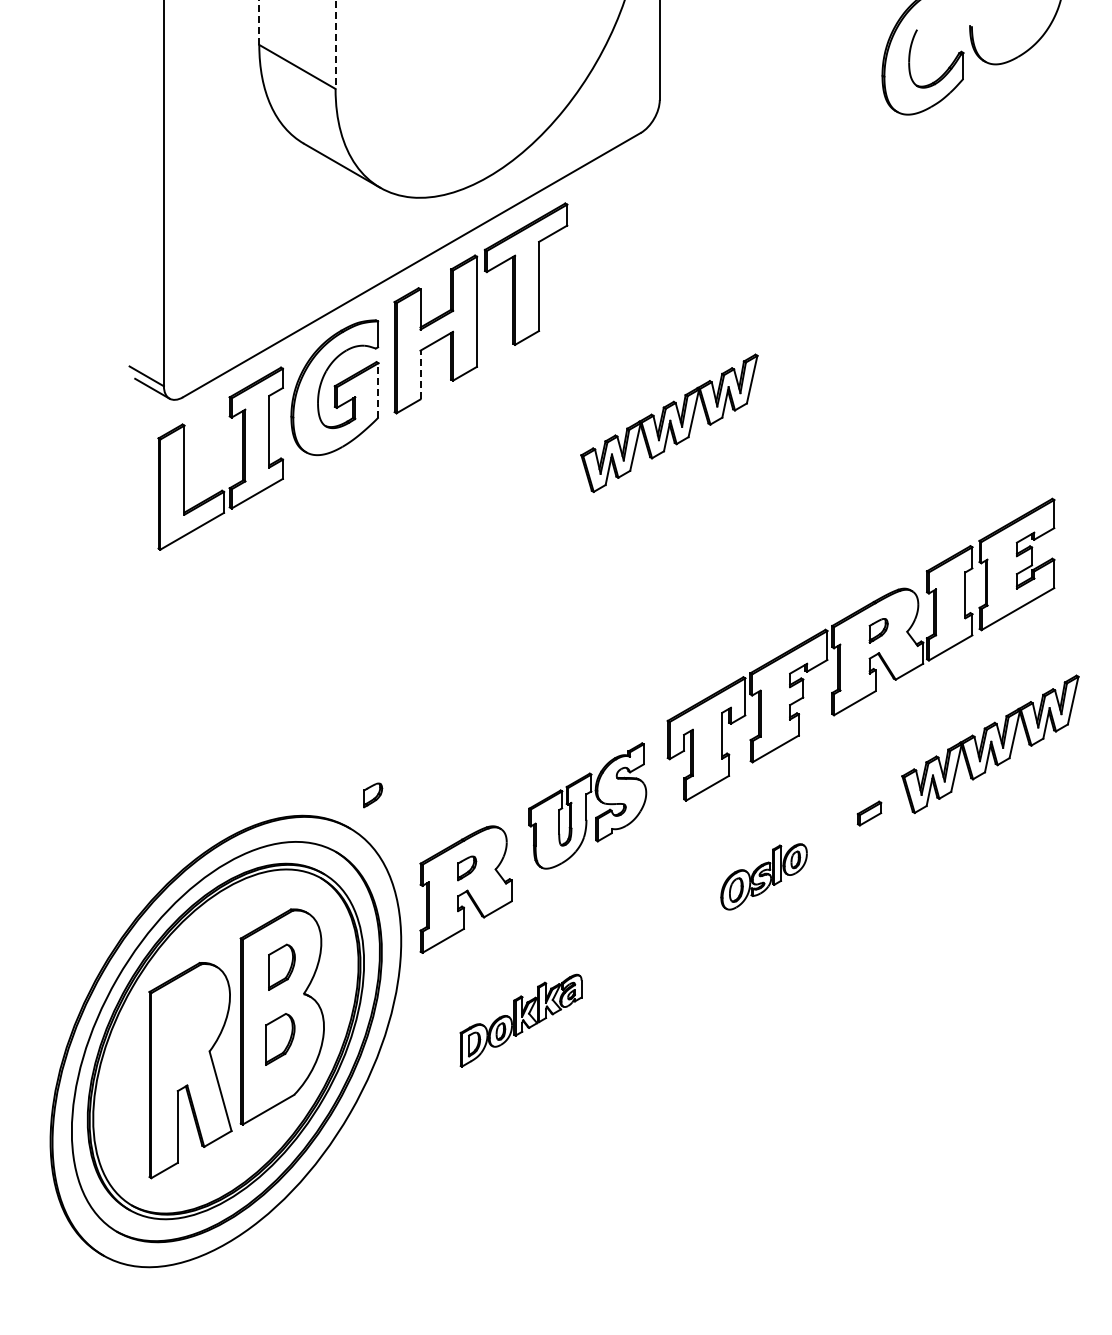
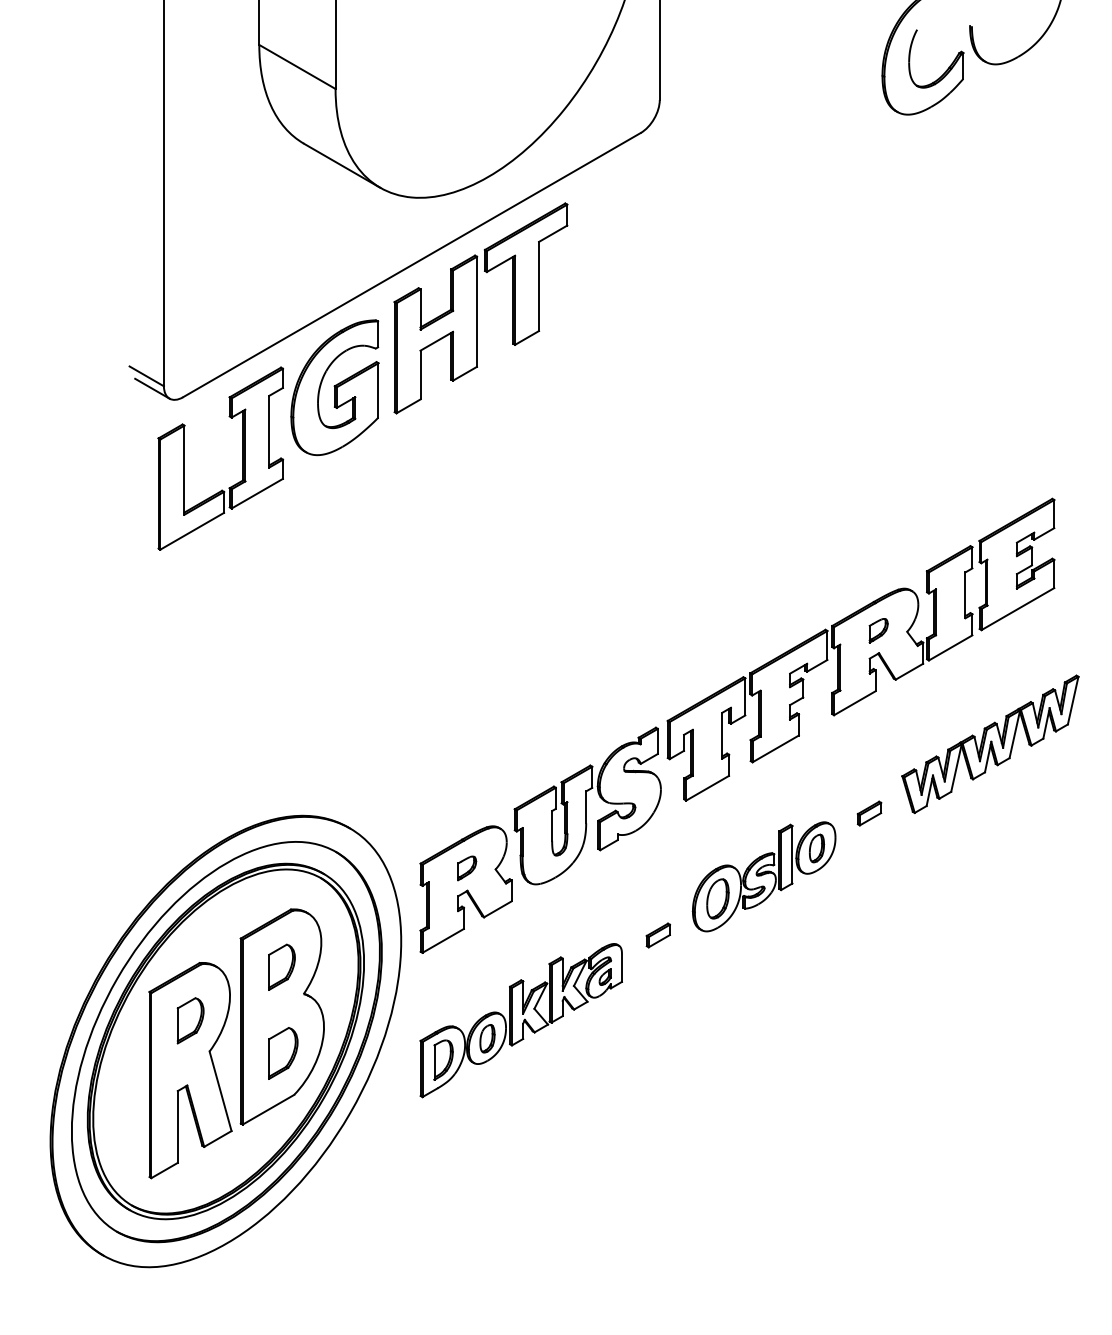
line at (259, 22): dashed -> solid
line at (335, 45): dashed -> solid
line at (420, 374): dashed -> solid
line at (378, 389): dashed -> solid
part at (669, 422): present -> none
part at (373, 795): present -> none
part at (587, 805) size: 120x128 px -> 149x160 px
part at (763, 876) size: 88x68 px -> 146x112 px
part at (657, 935): none -> present
part at (190, 1020): none -> present
part at (520, 1020) size: 124x95 px -> 204x156 px
part at (280, 1039) position: (280, 1039) -> (283, 1053)
